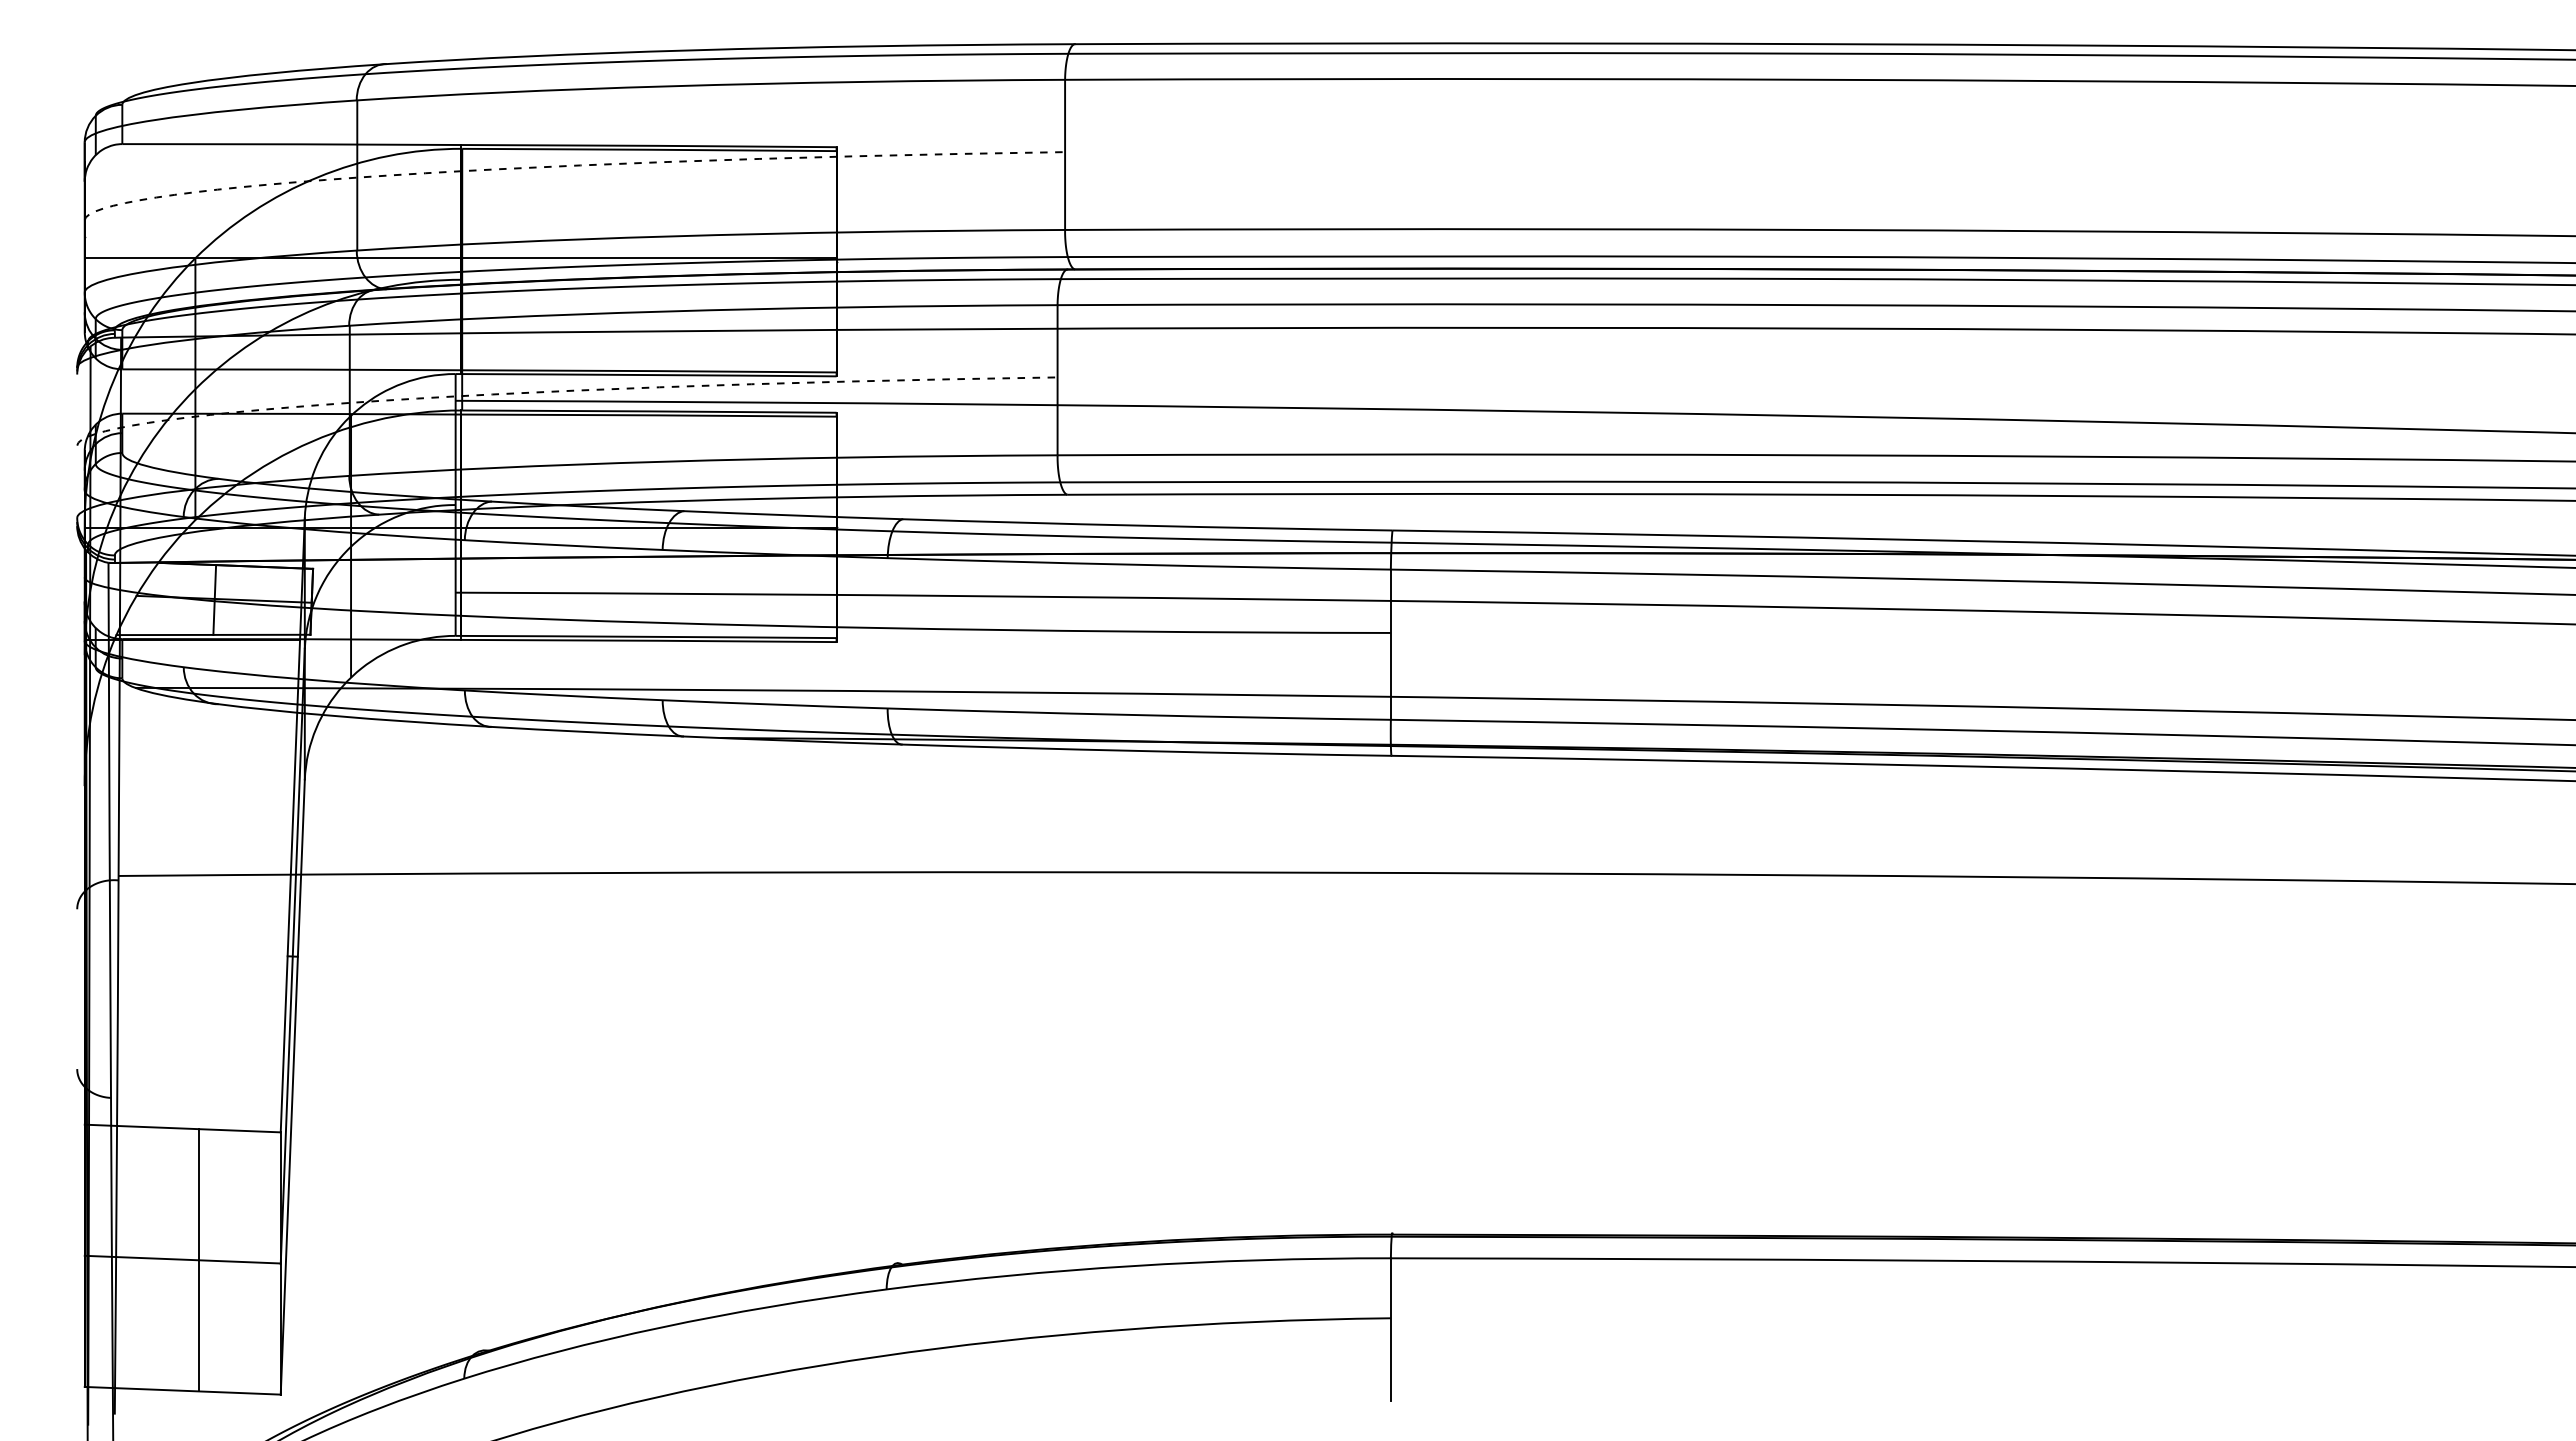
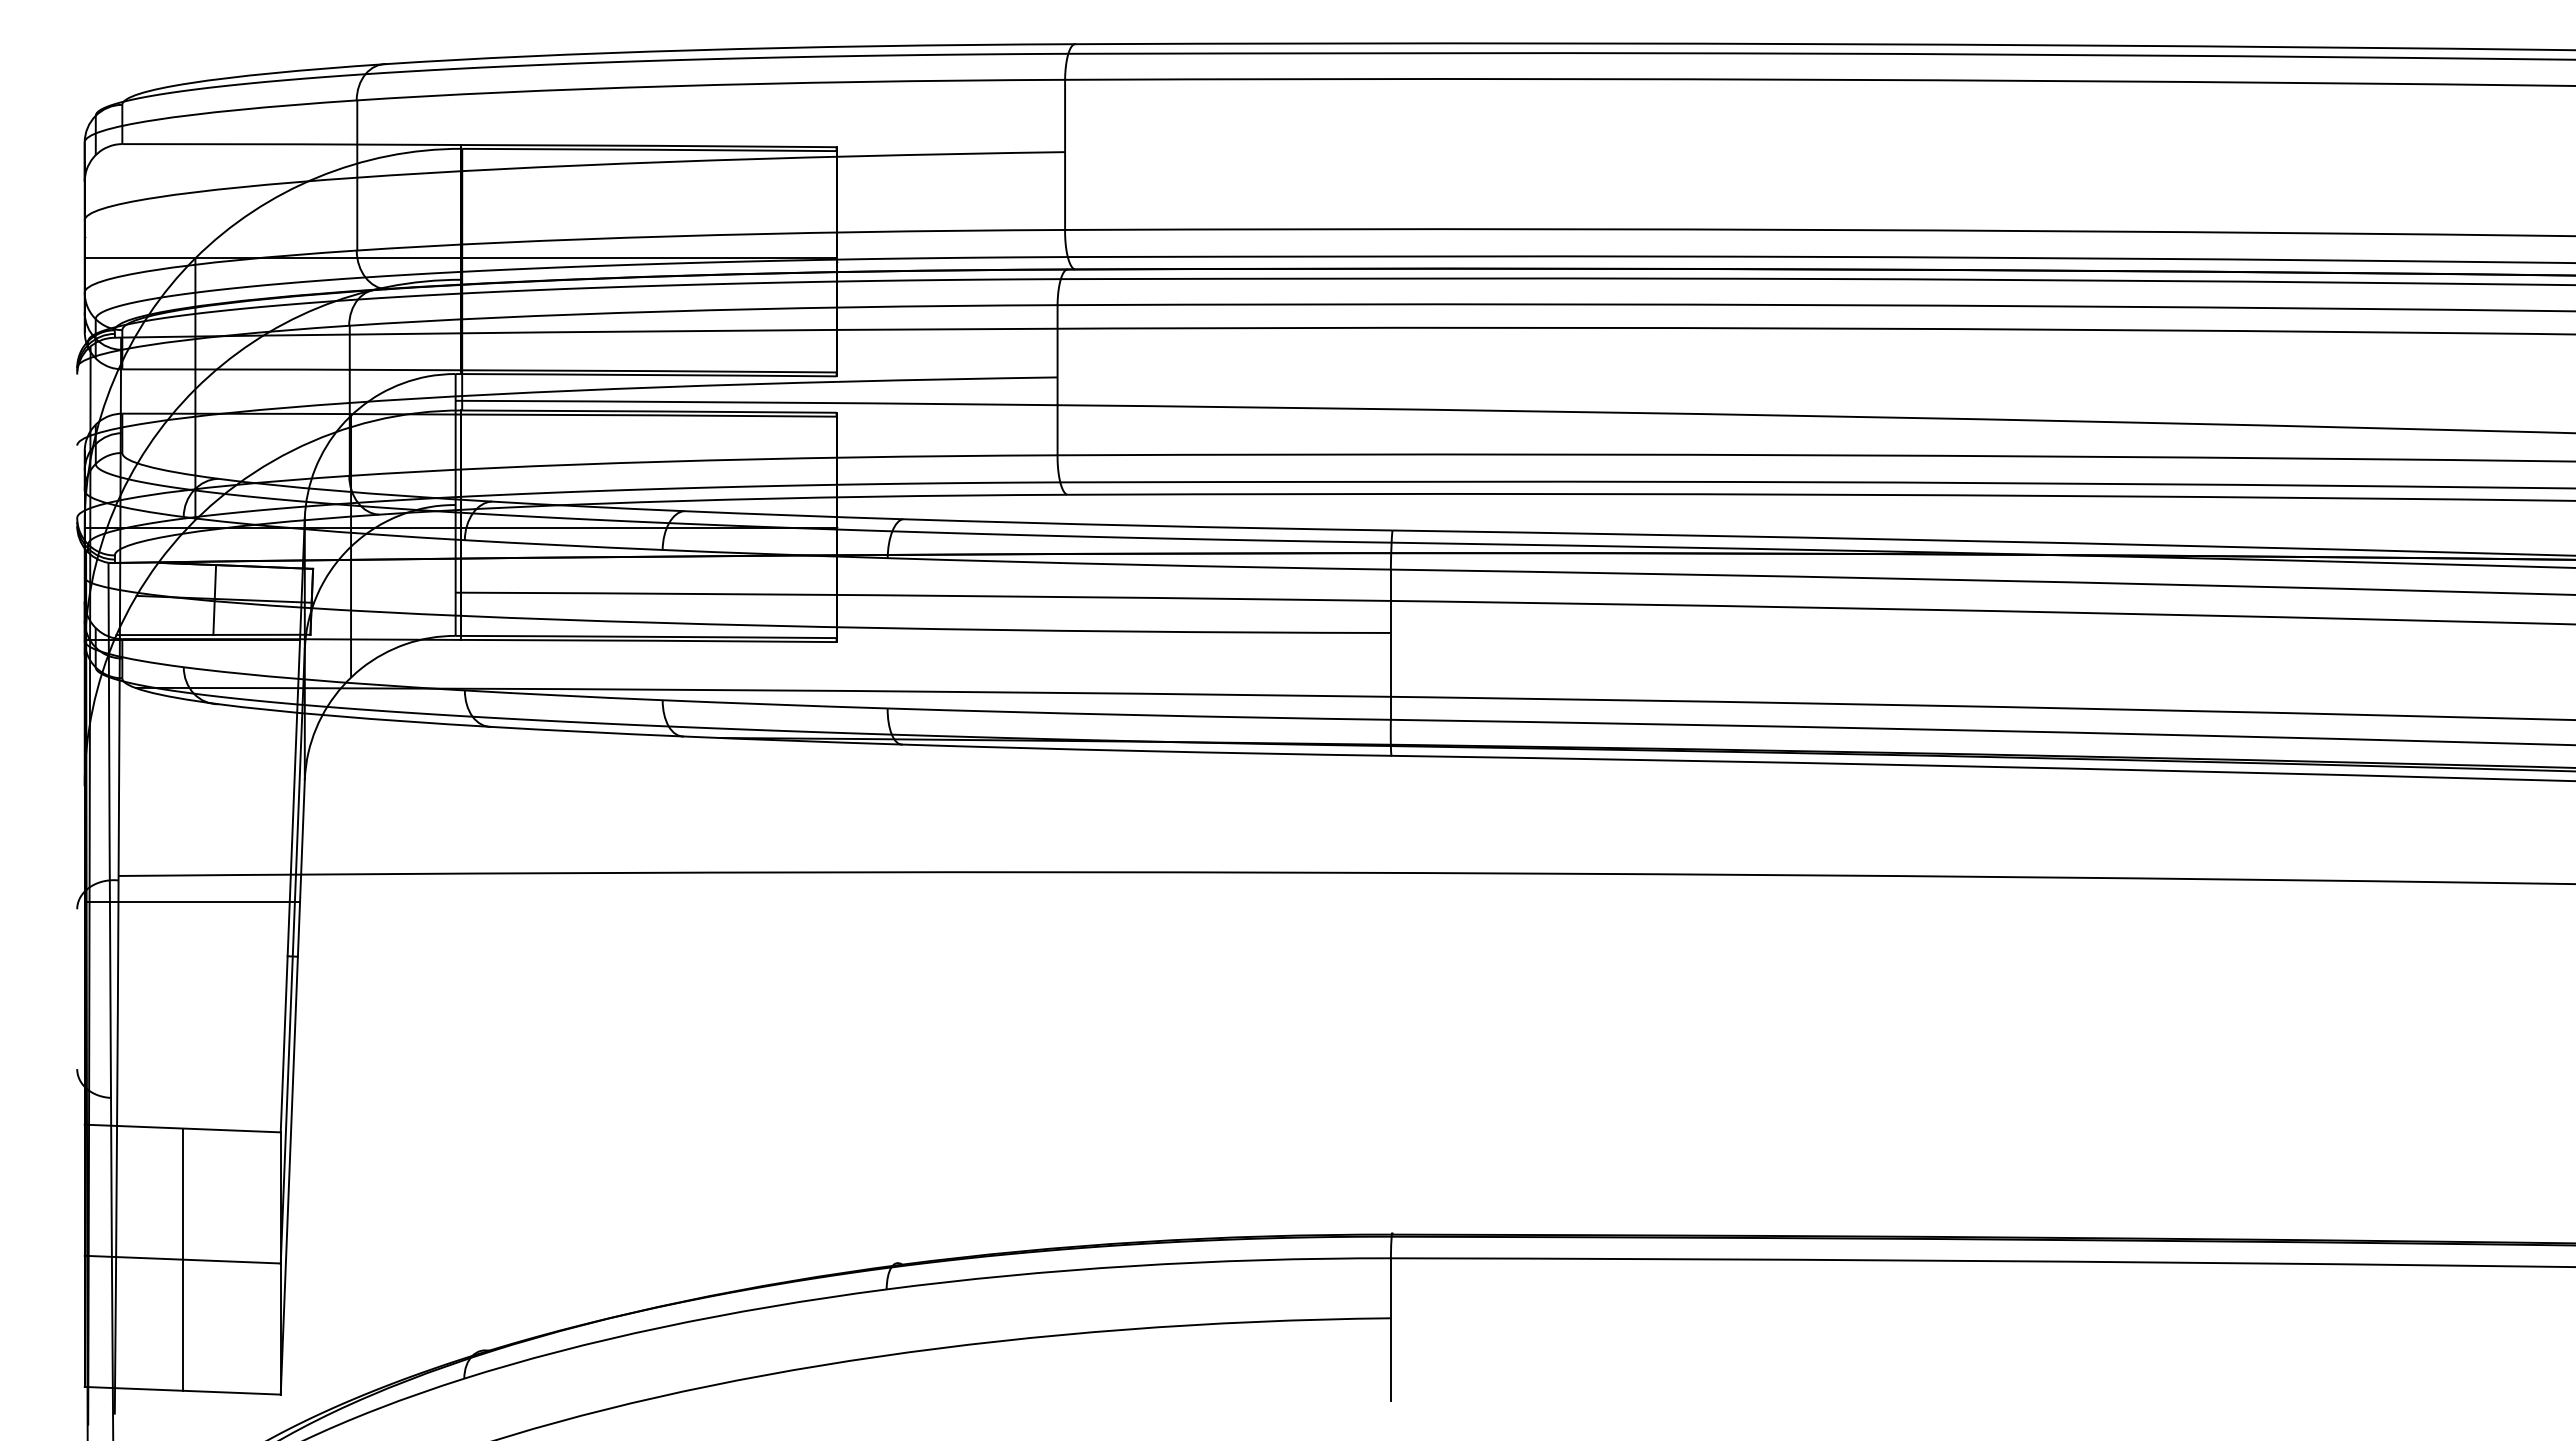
arc at (551, 166): dashed -> solid
arc at (543, 392): dashed -> solid
line at (192, 902): none -> present
line at (198, 1259) position: (198, 1259) -> (182, 1259)
